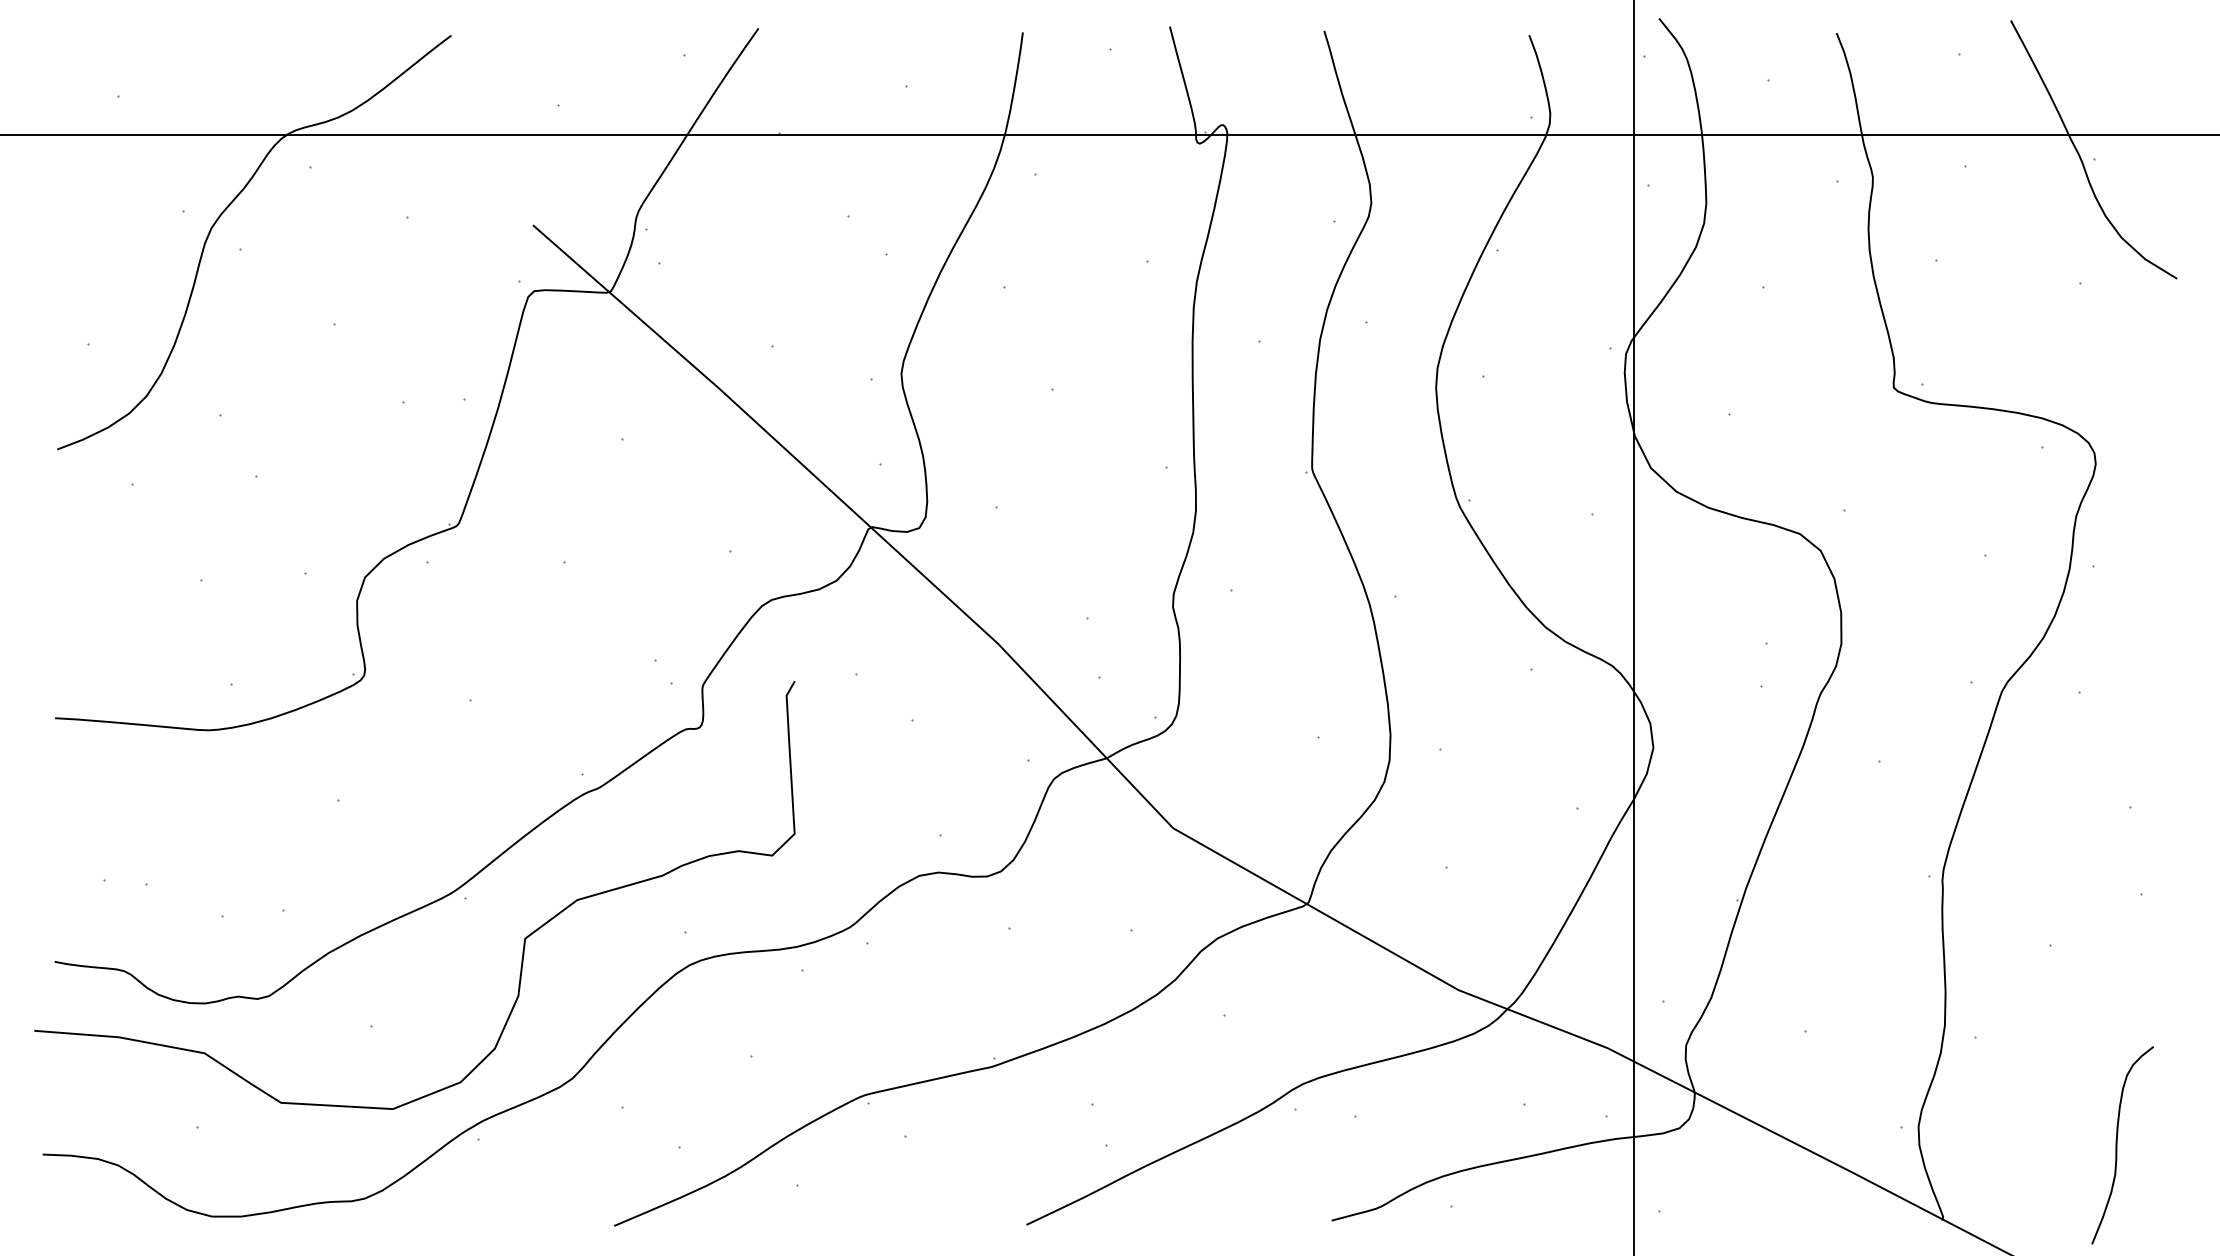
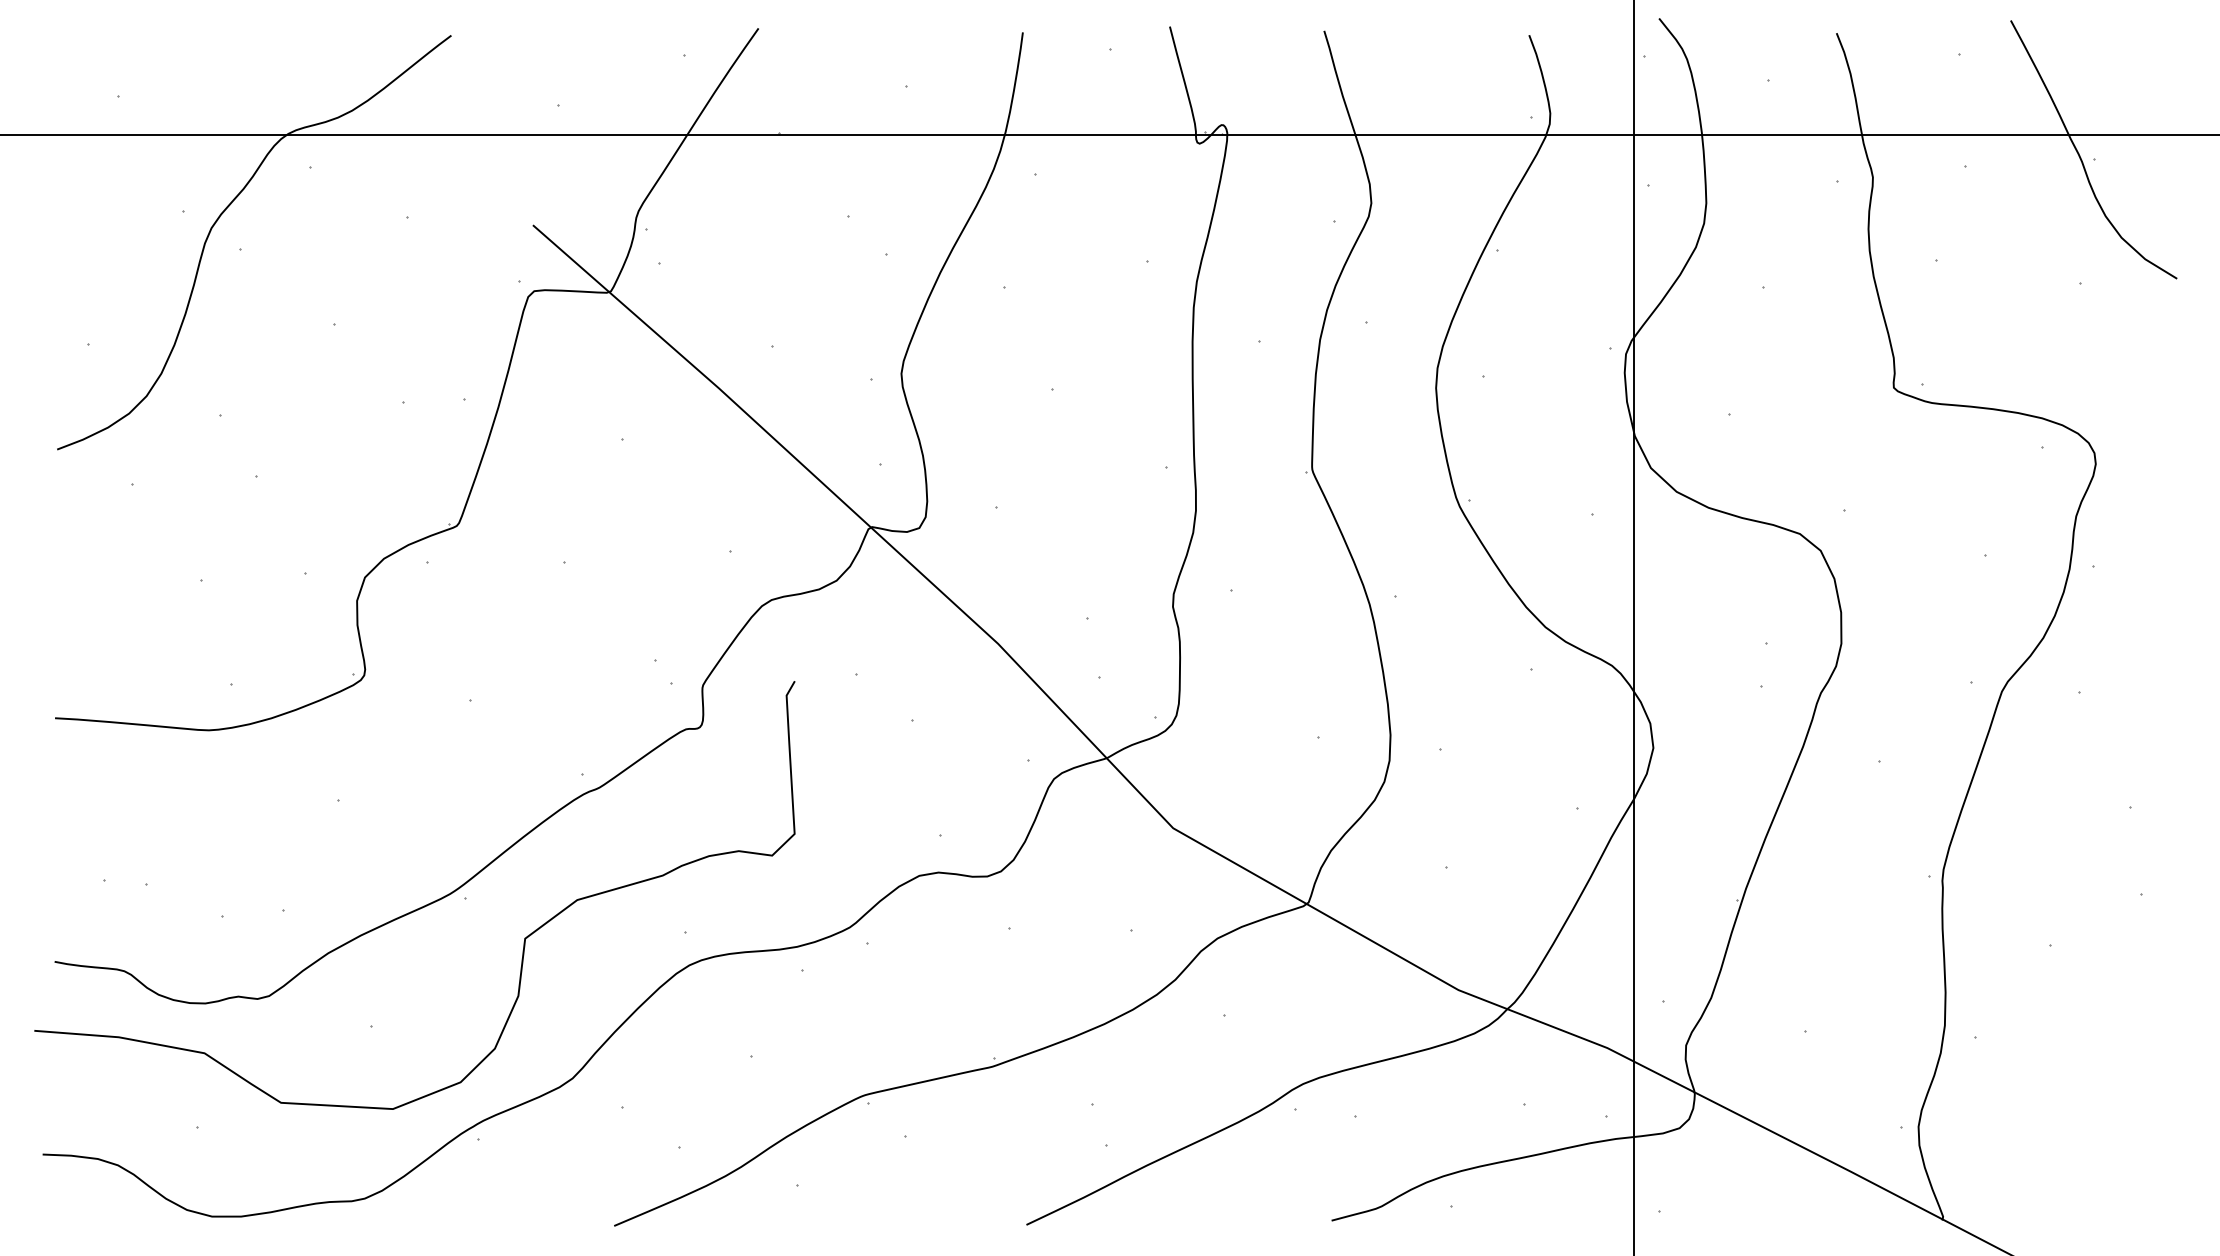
curve at (2117, 1145): present -> none
